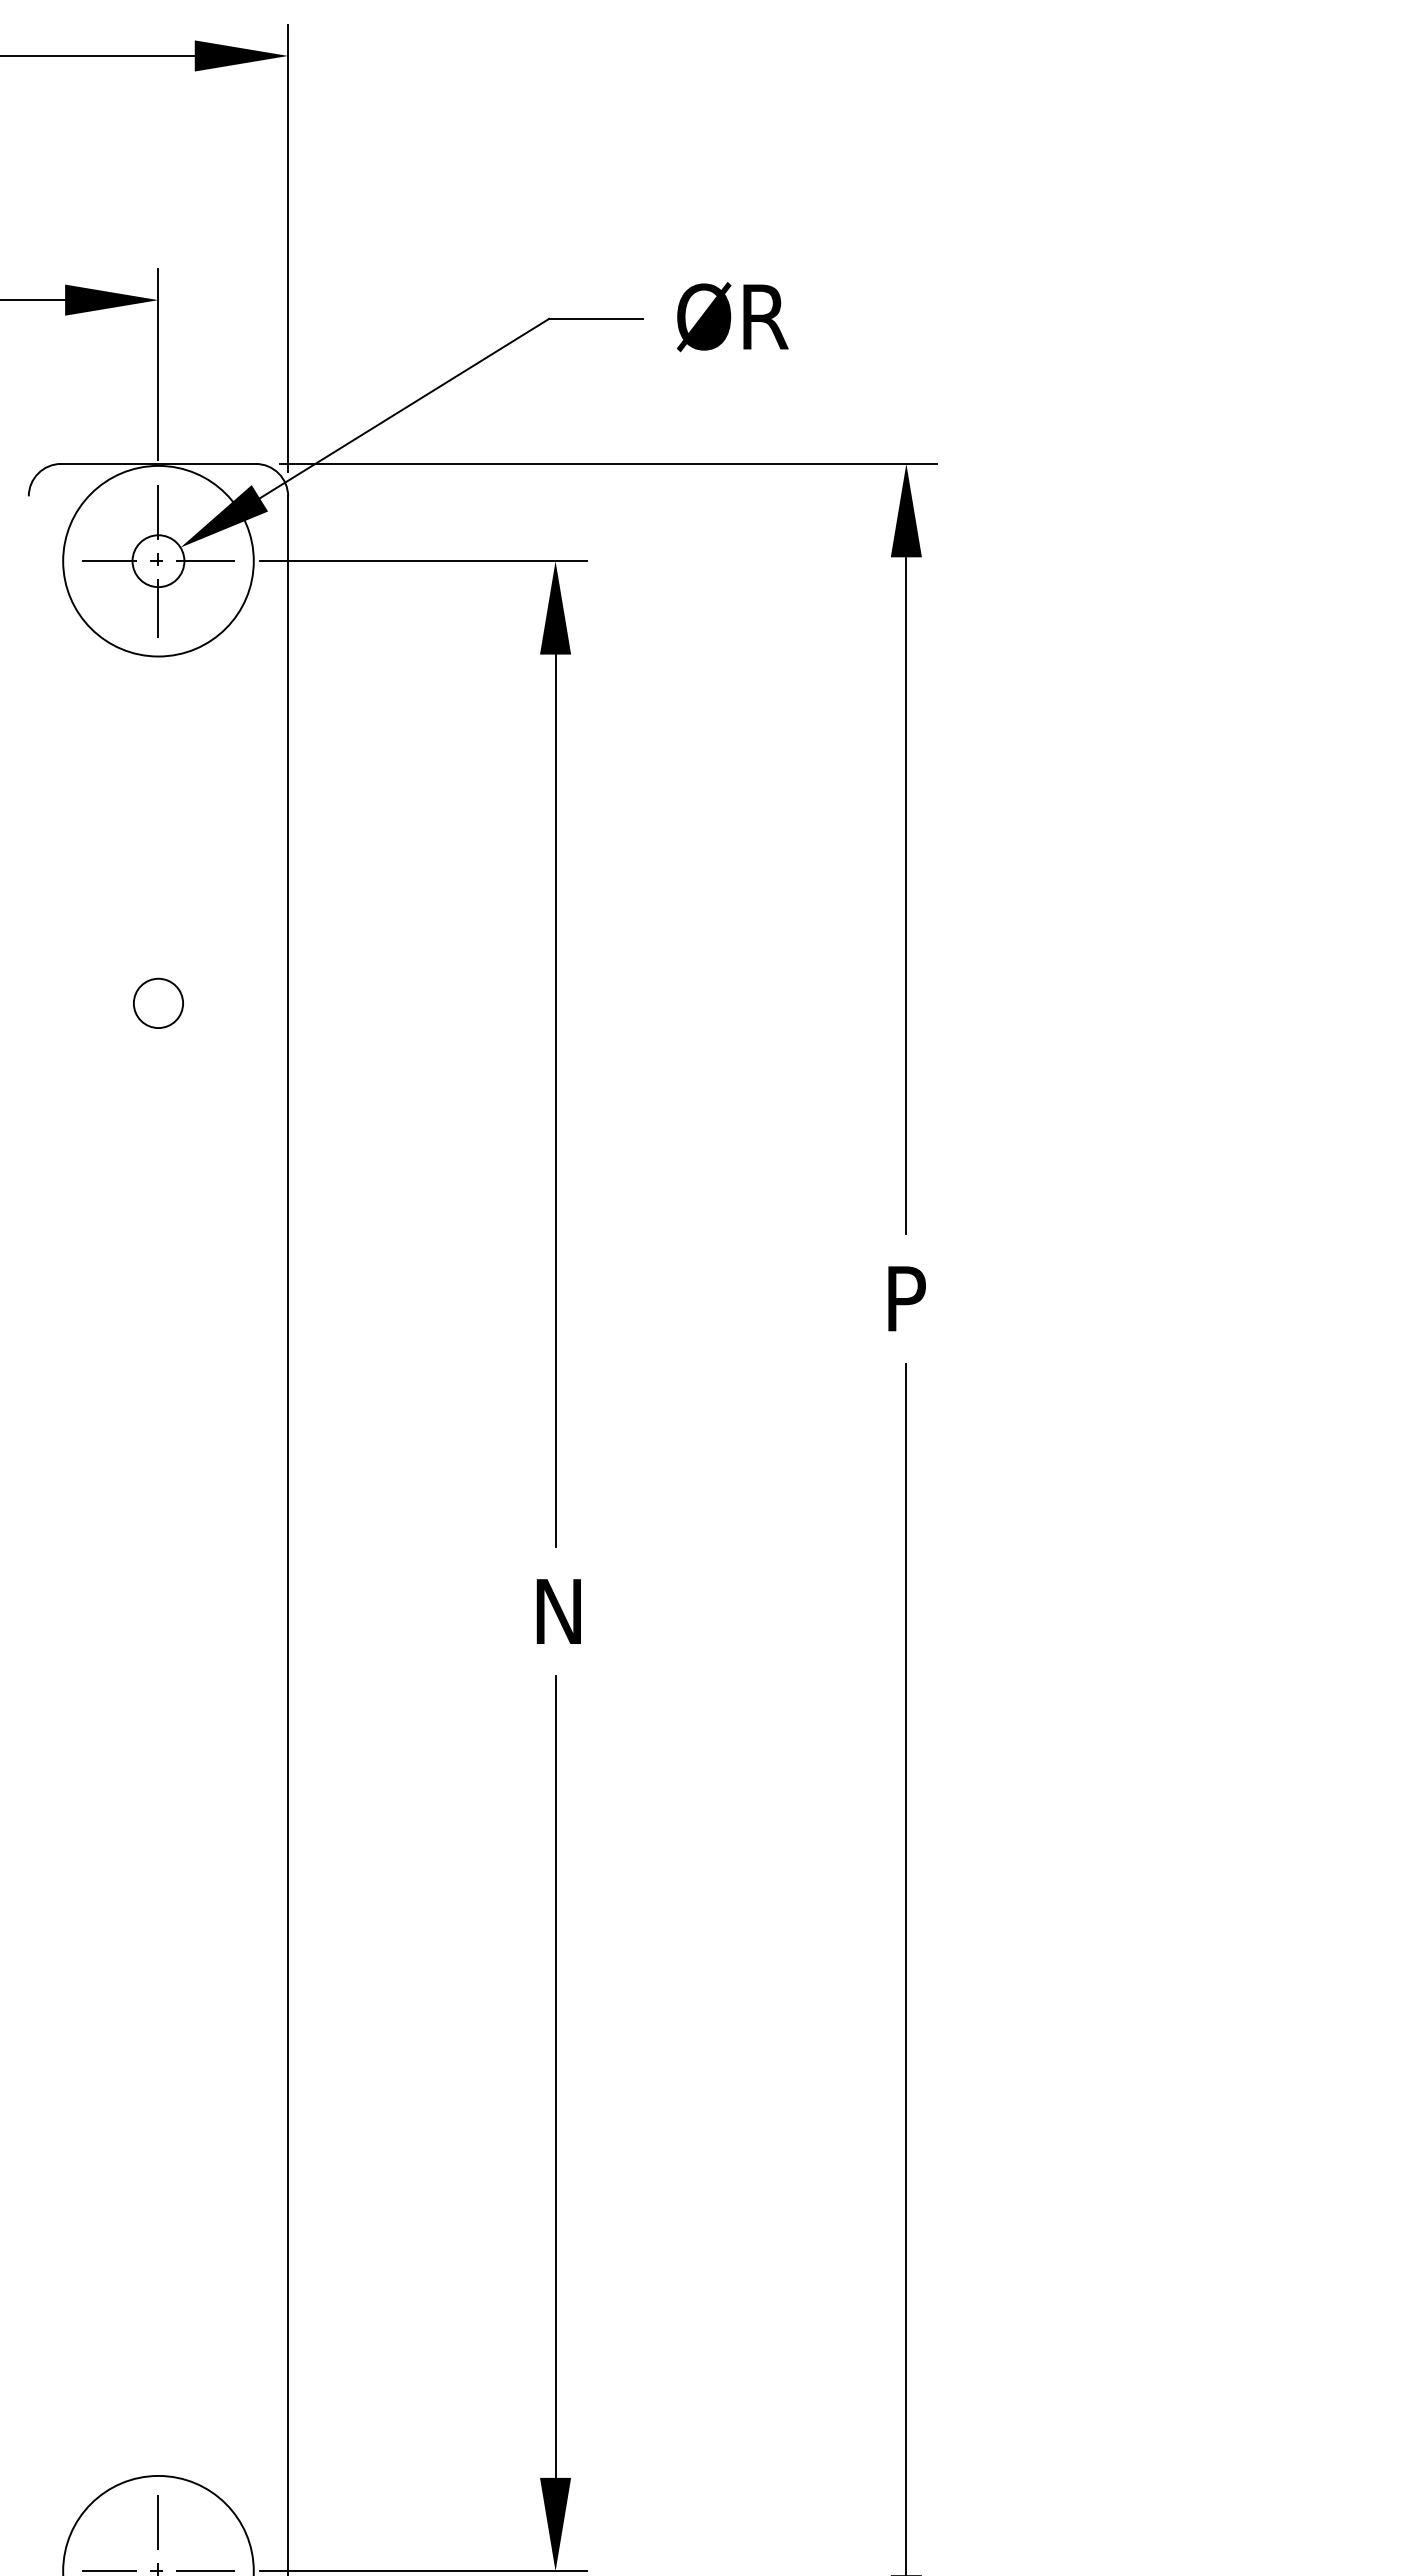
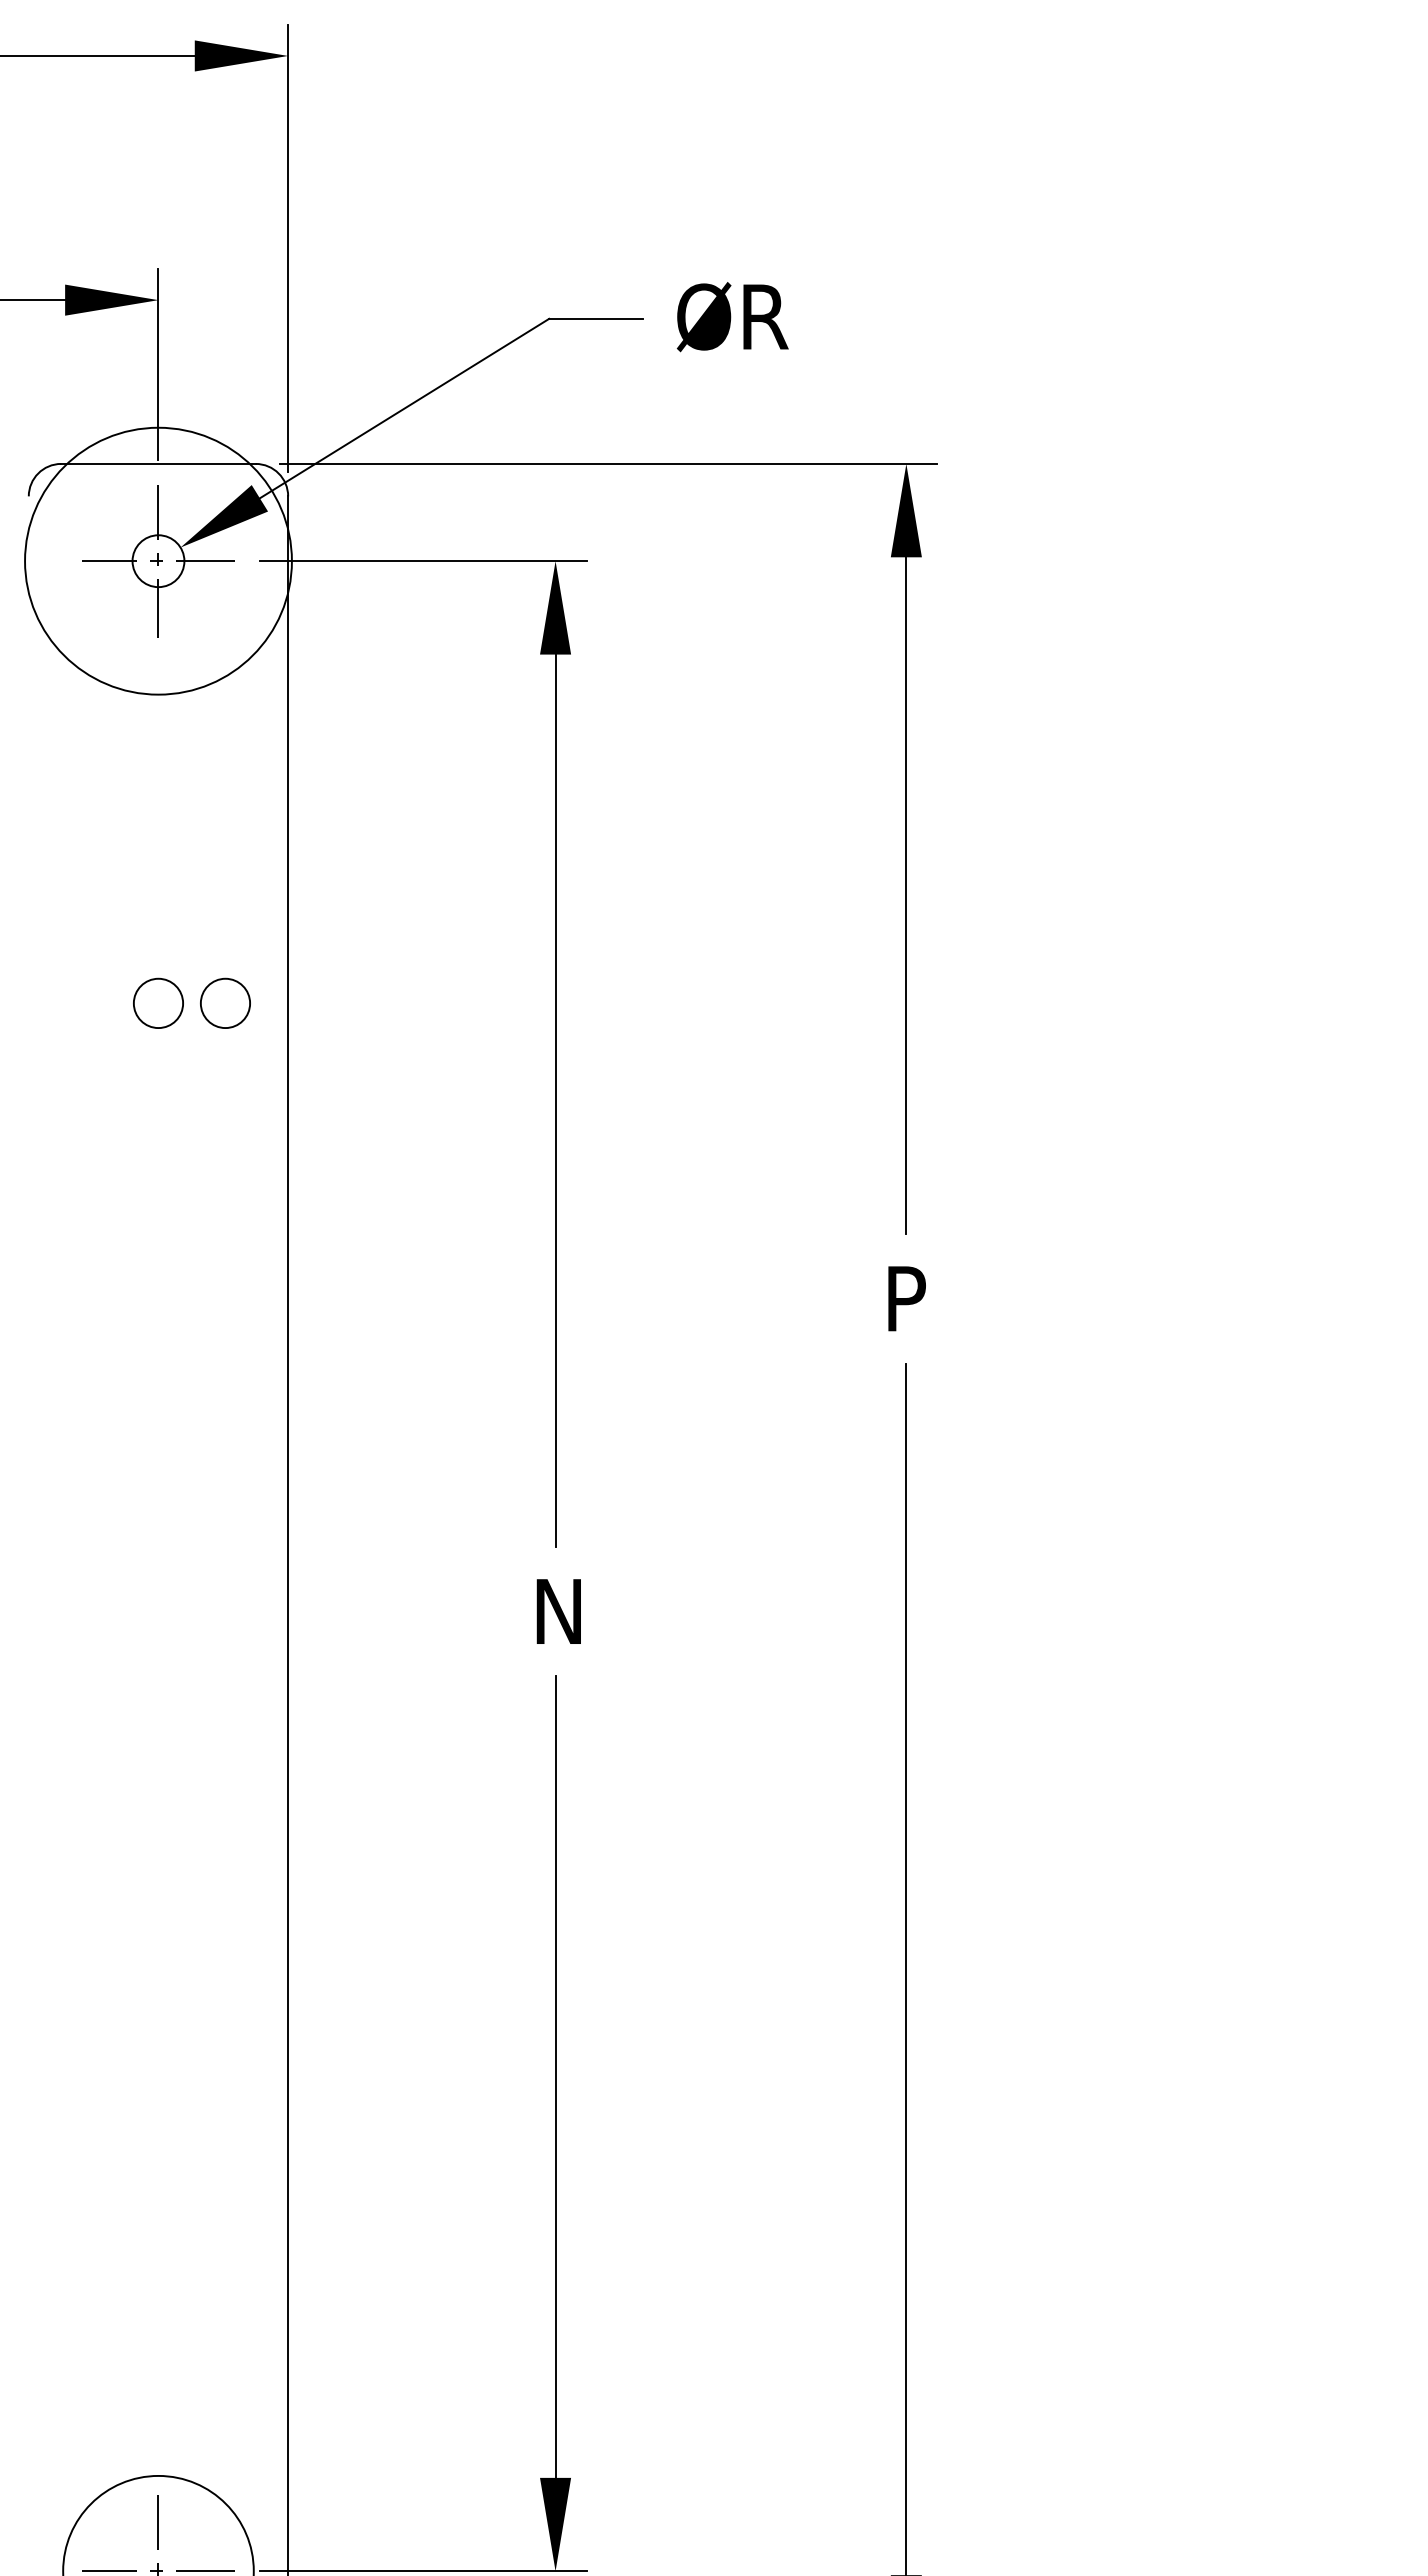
circle at (158, 560) diameter: 191 px -> 267 px
circle at (225, 1002): none -> present
